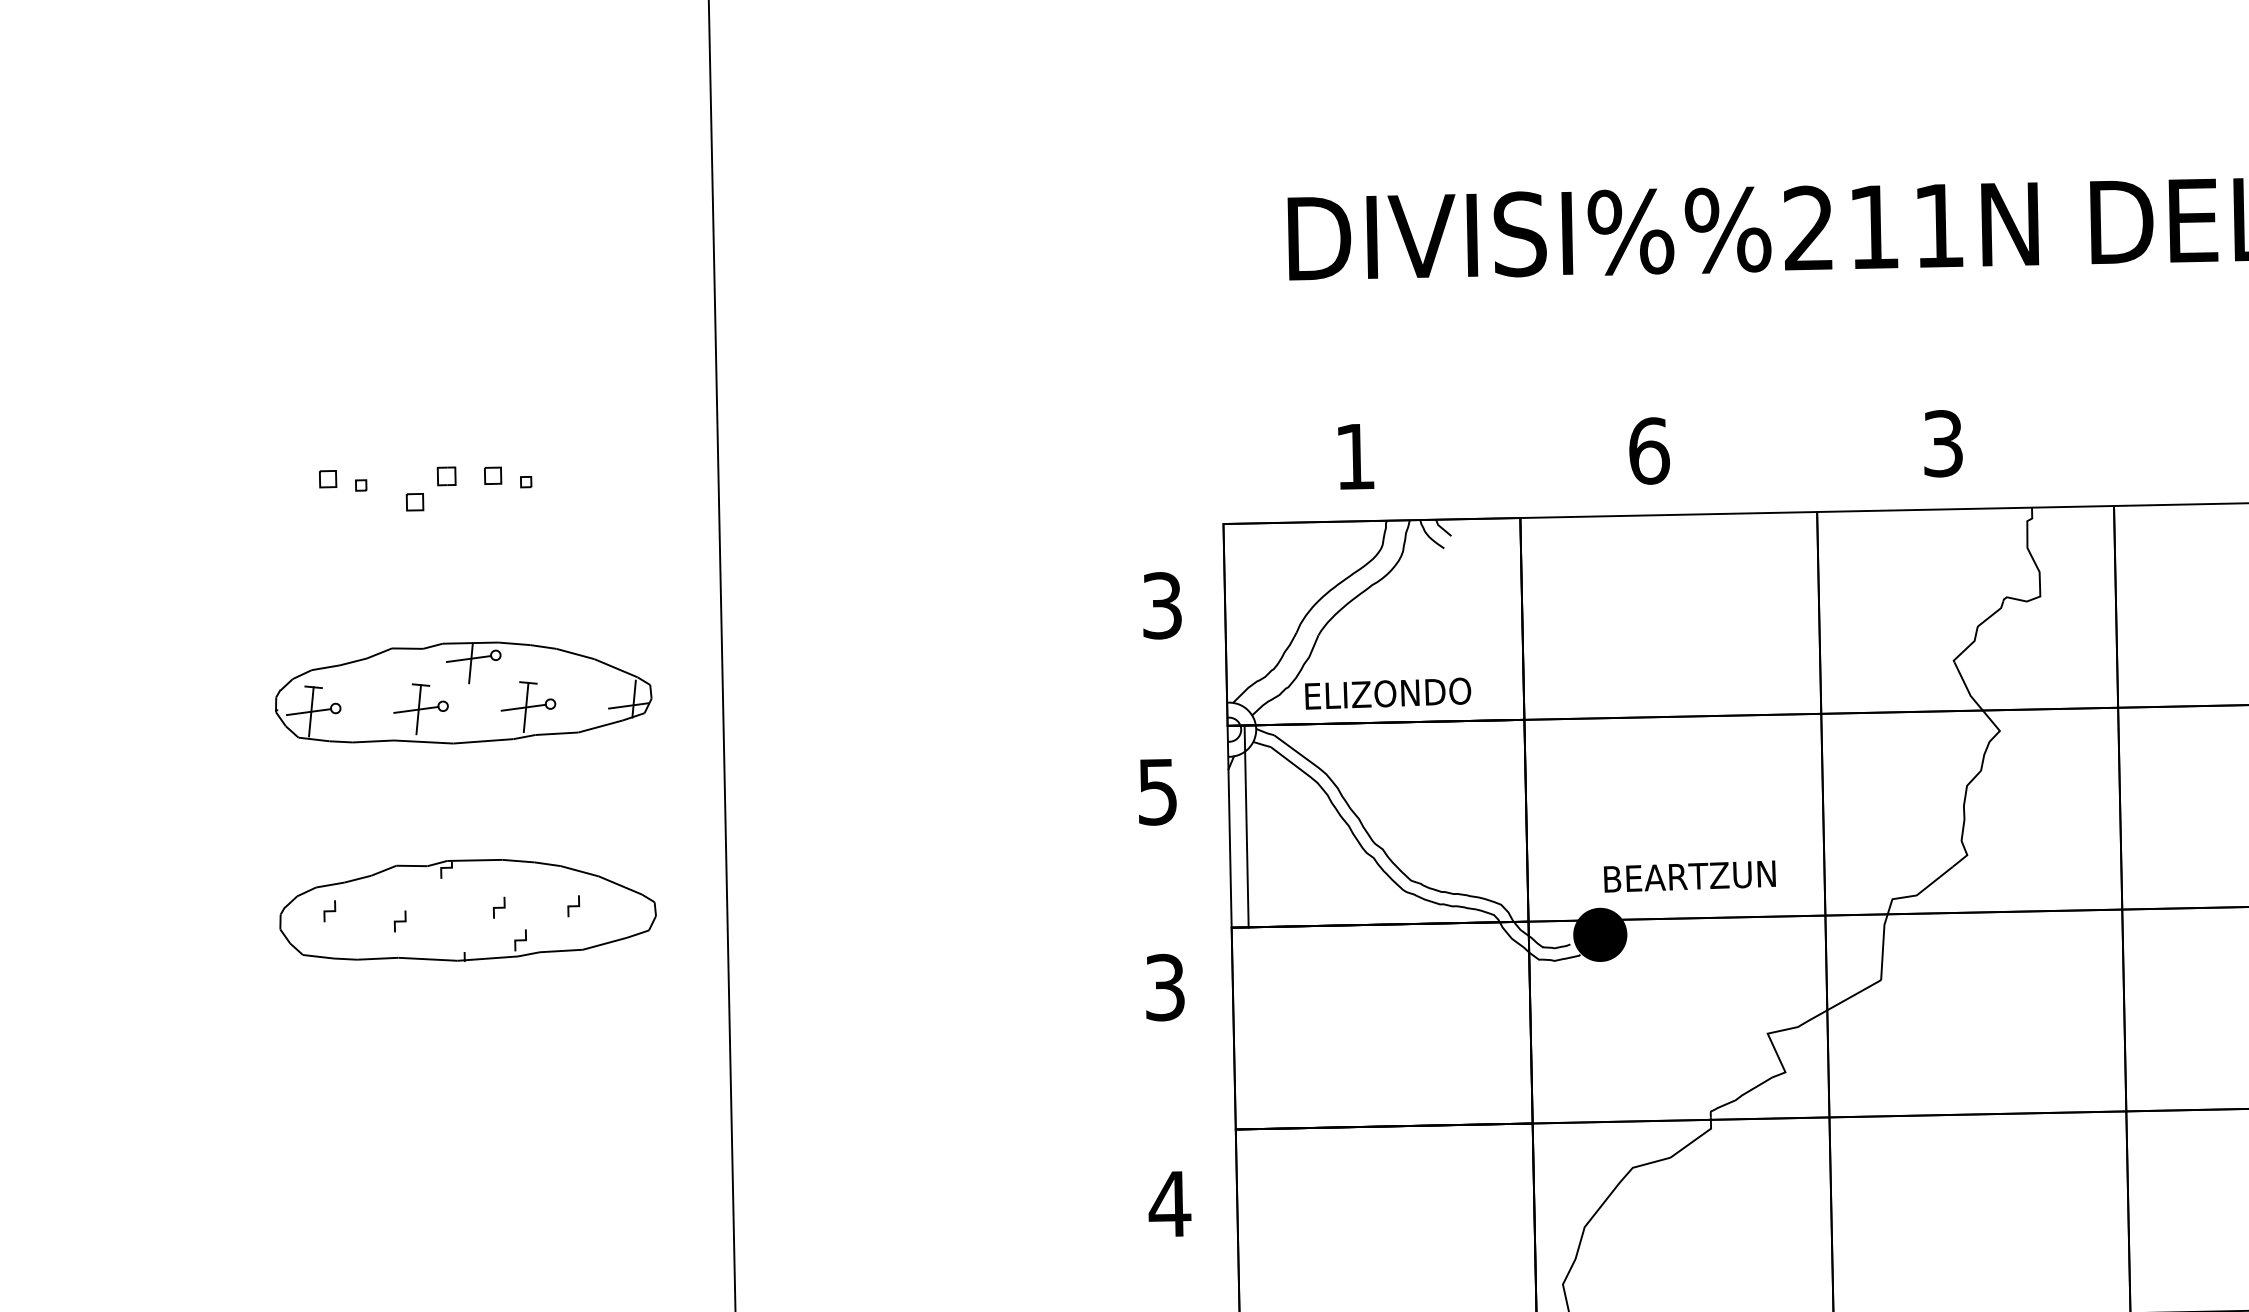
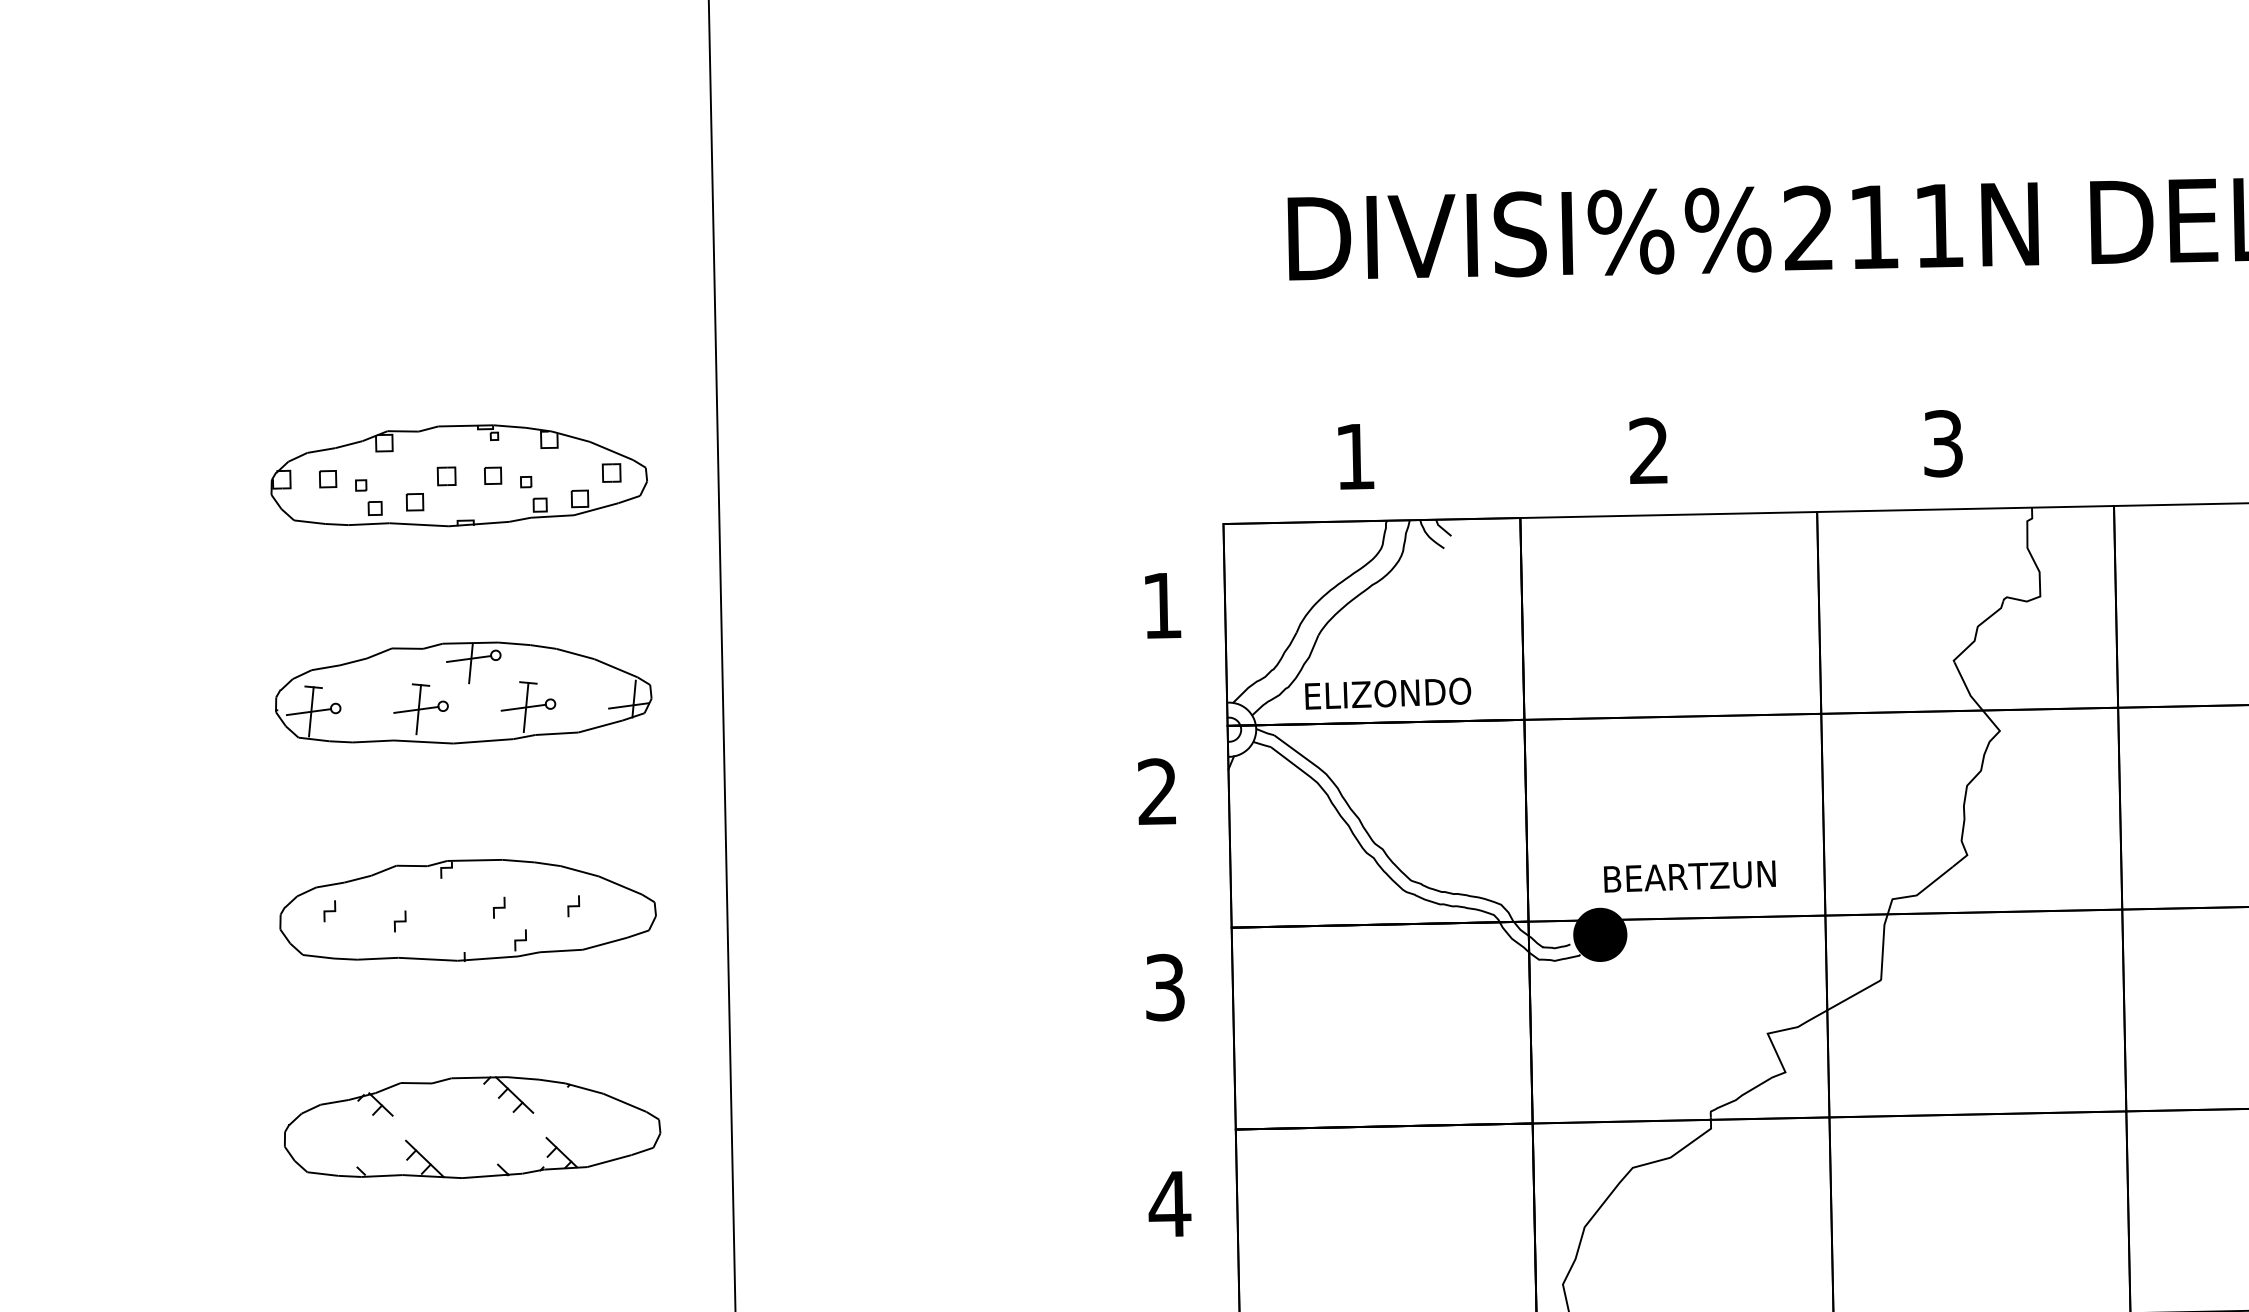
text at (1649, 450): 6 -> 2
part at (458, 475): none -> present
text at (1162, 605): 3 -> 1
text at (1157, 791): 5 -> 2
line at (1246, 826) position: (1246, 826) -> (1229, 826)
part at (472, 1127): none -> present
